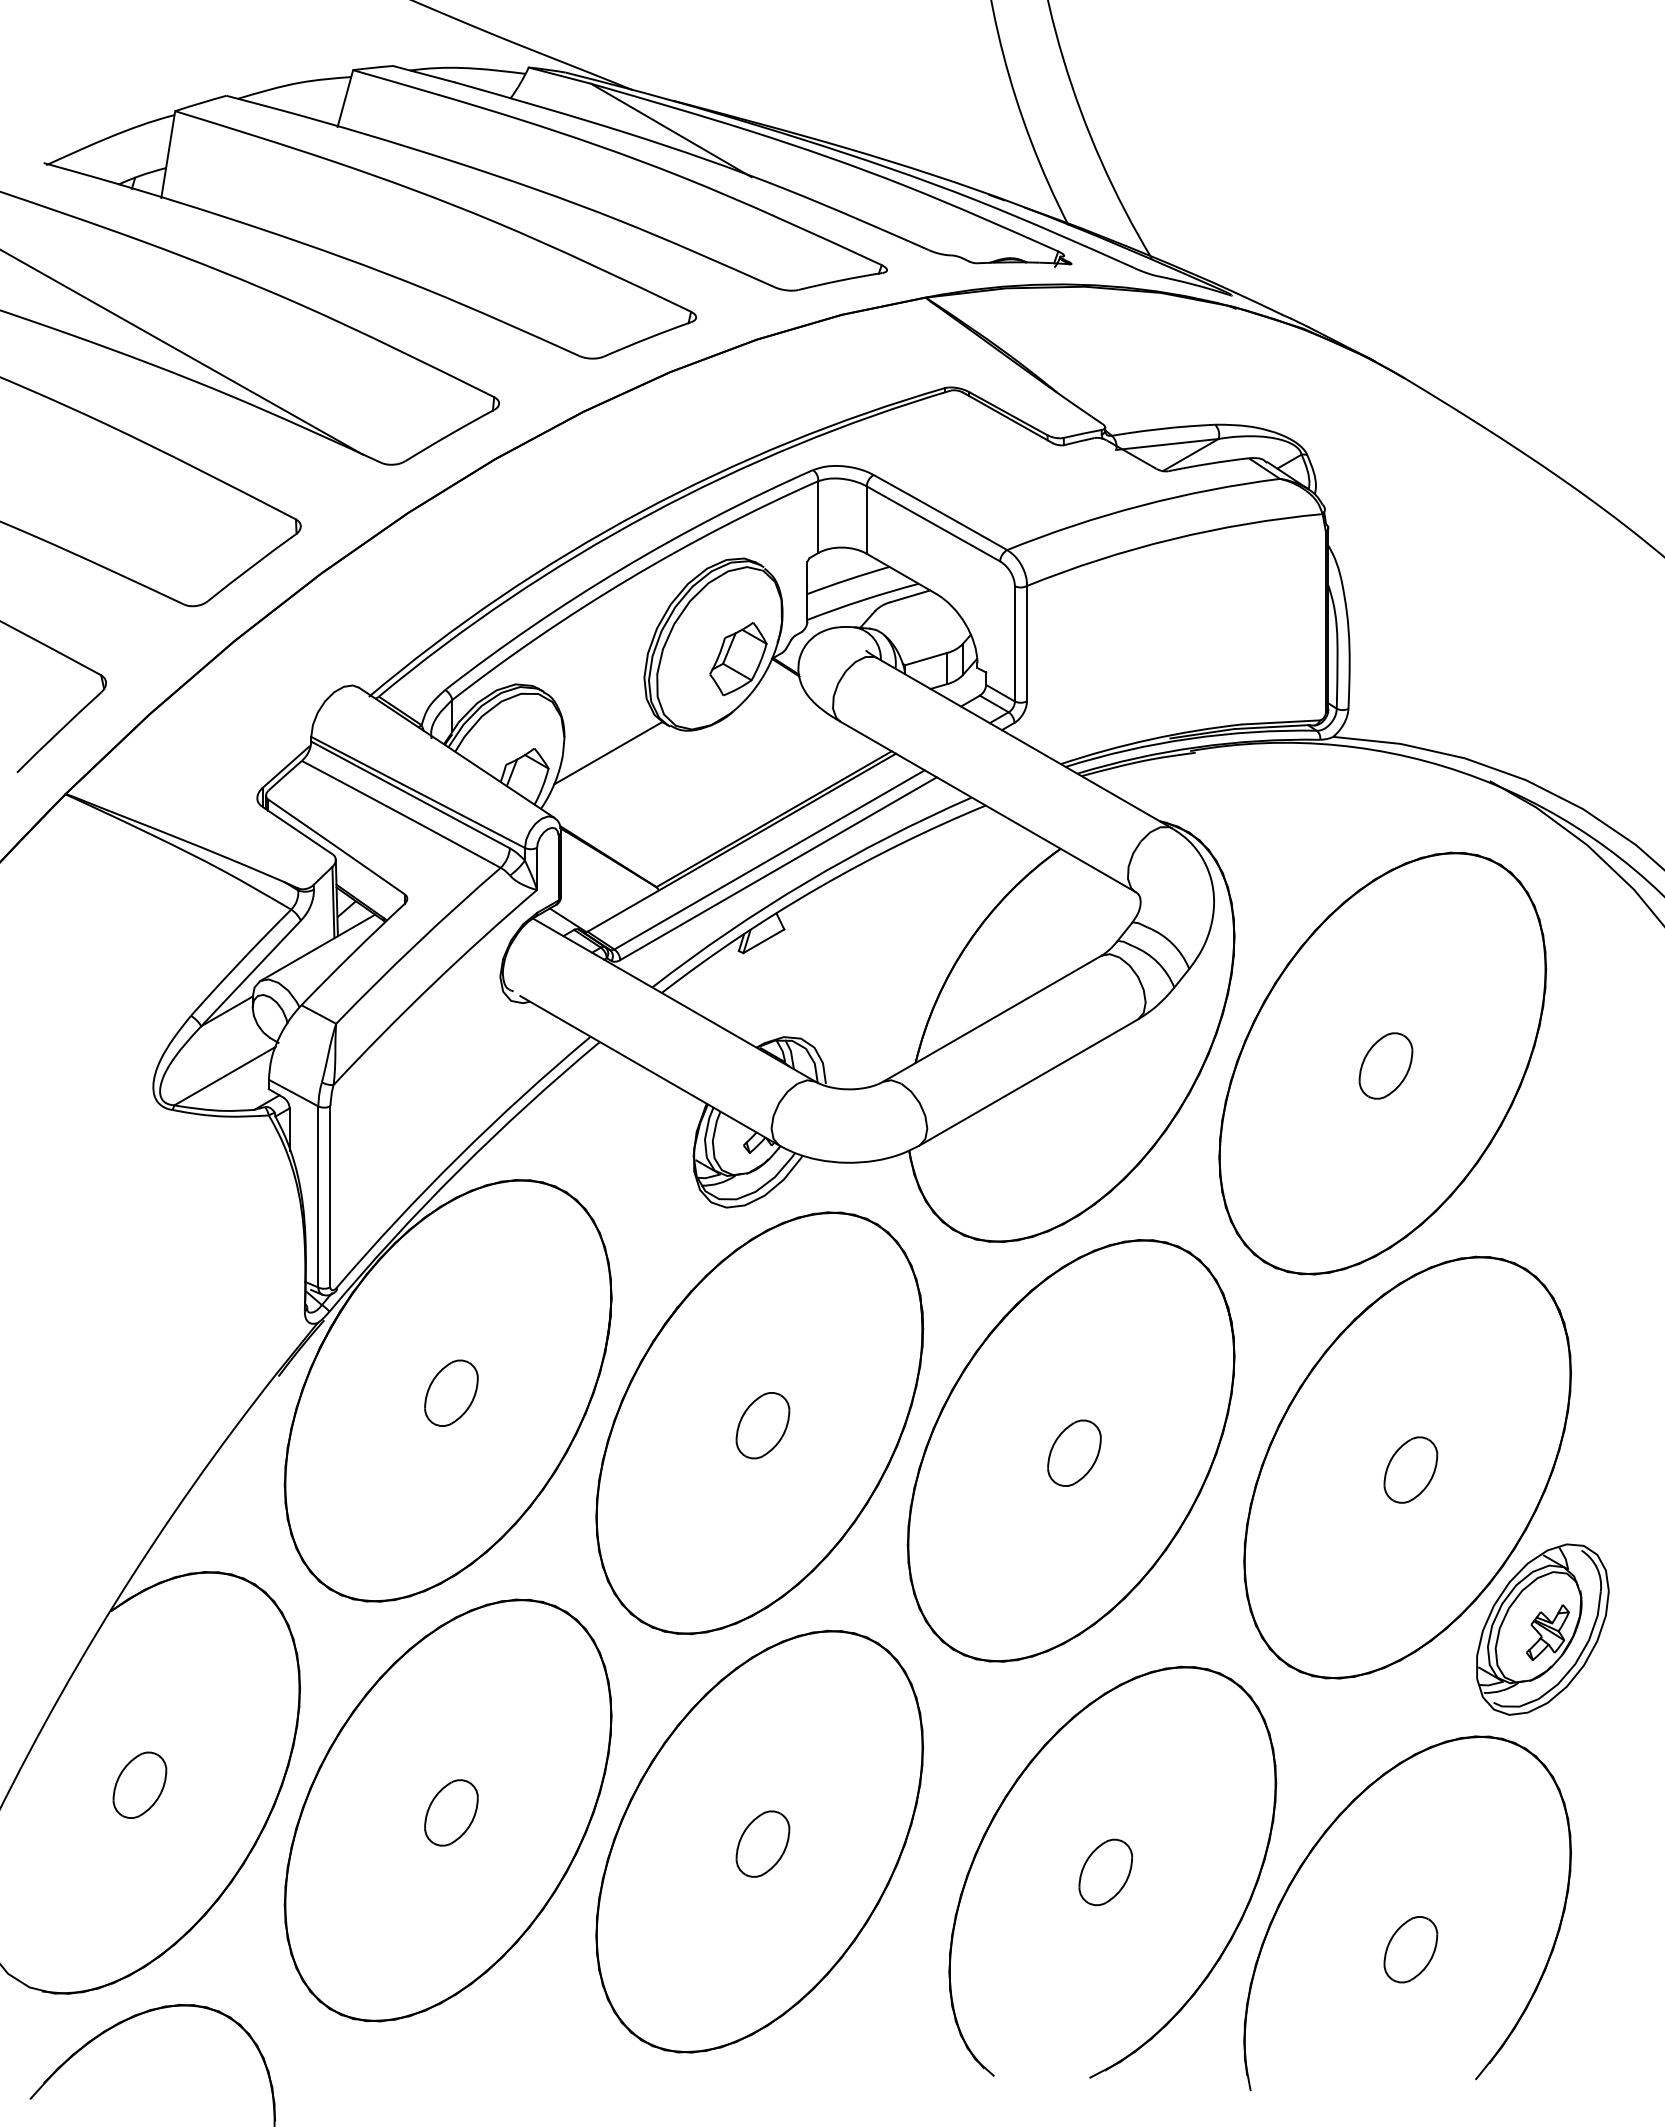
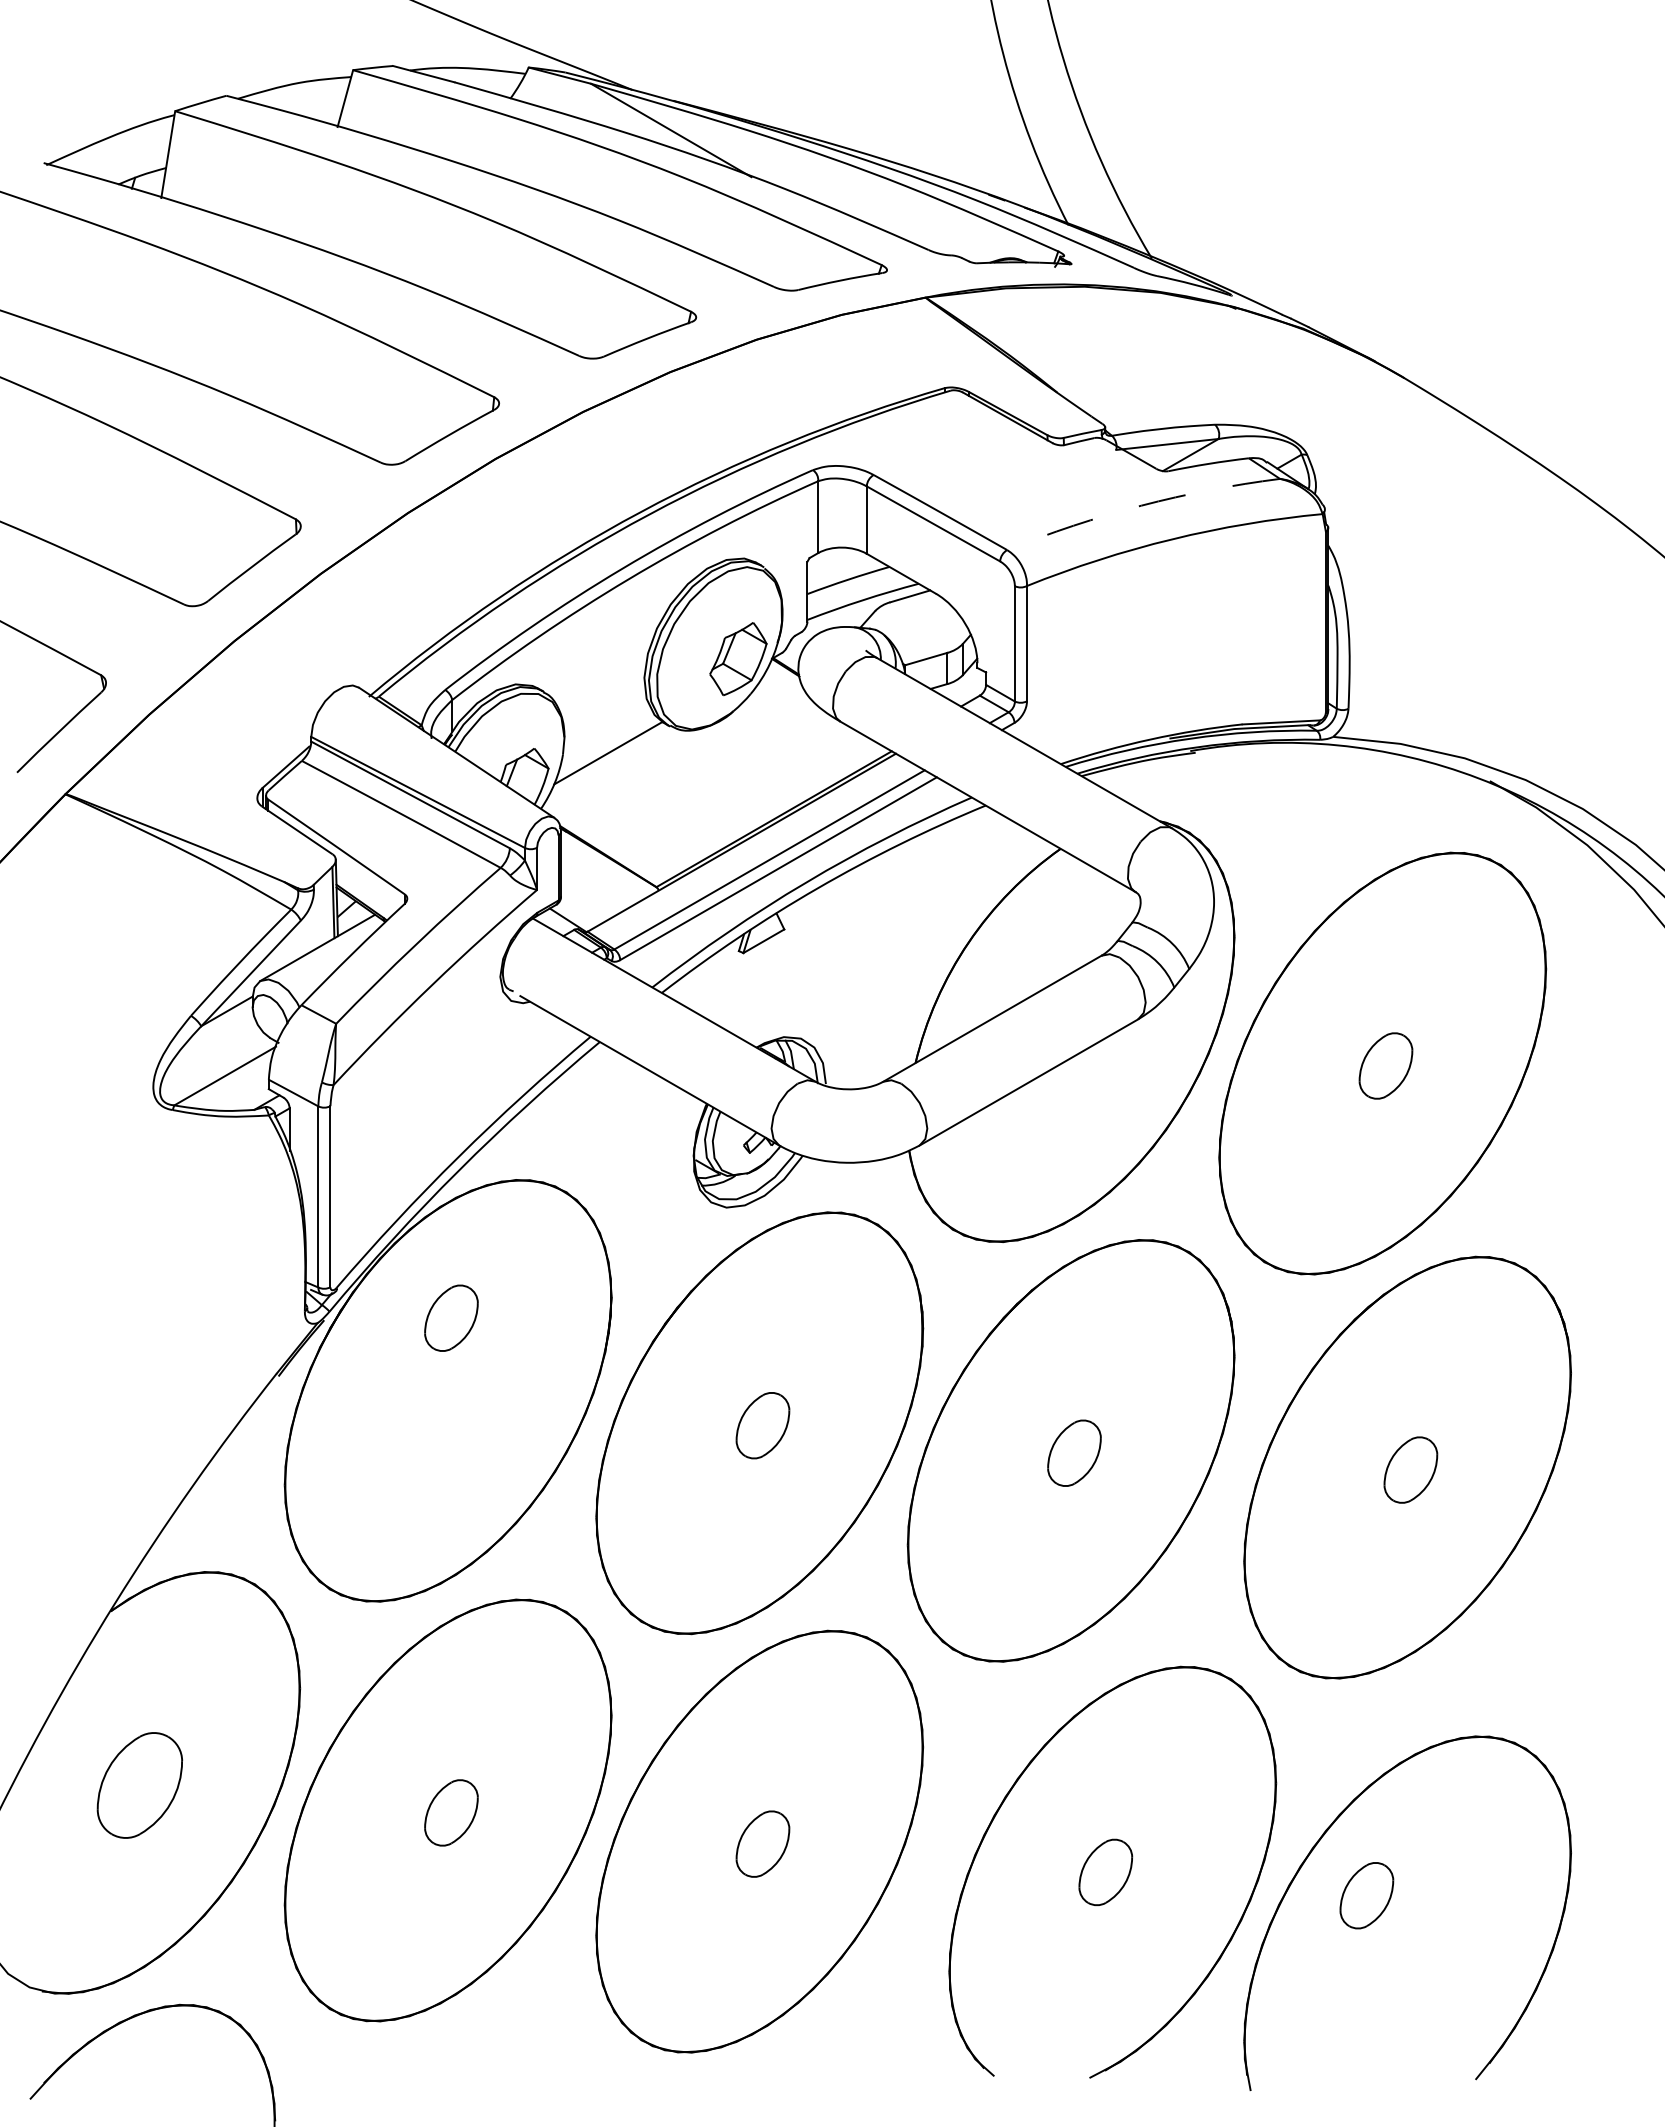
line at (182, 352): present -> none
arc at (1141, 505): solid -> dashed
part at (451, 1392) position: (451, 1392) -> (451, 1317)
part at (1542, 1629): present -> none
part at (139, 1784) size: 56x68 px -> 87x107 px
part at (1410, 1949) position: (1410, 1949) -> (1366, 1895)
